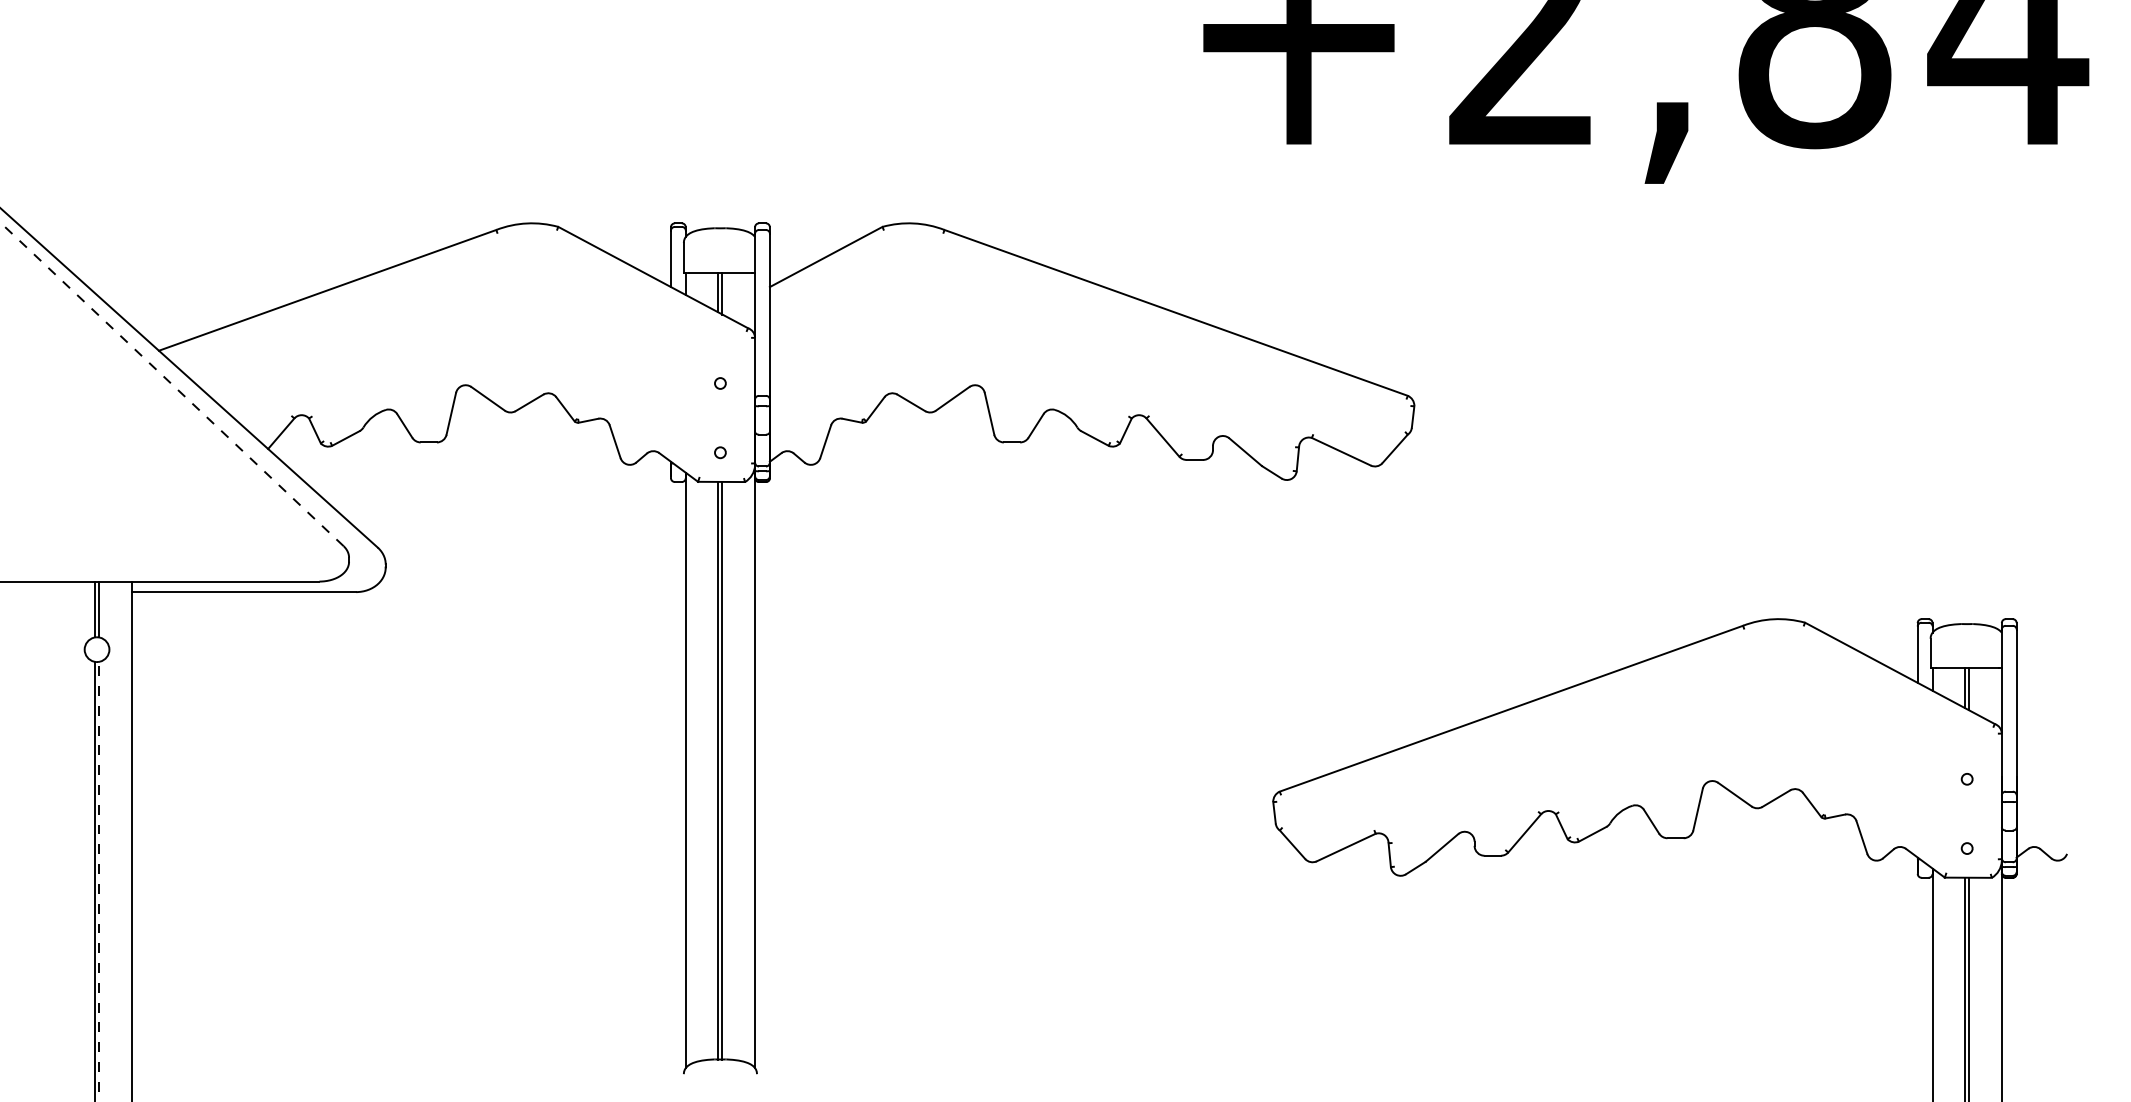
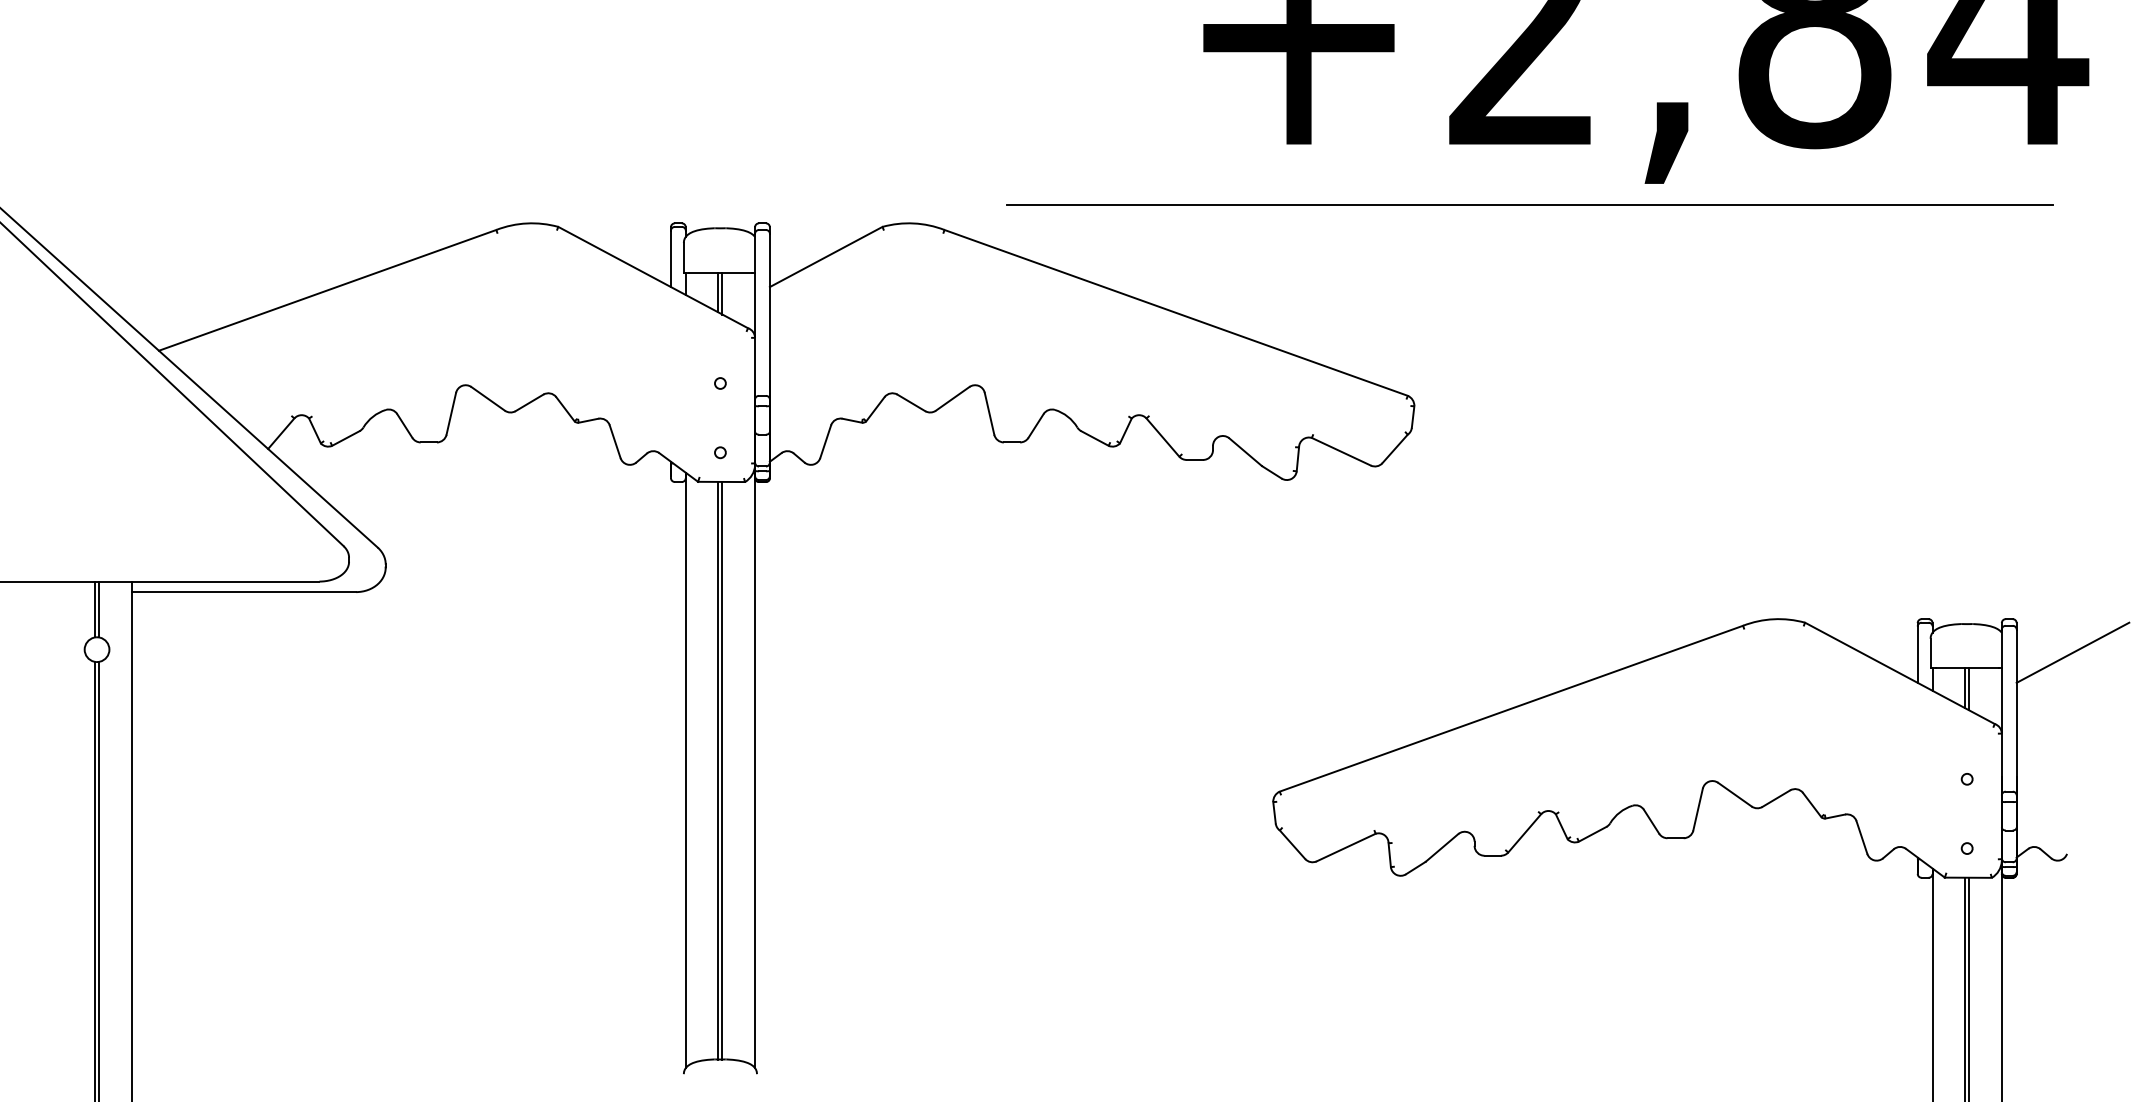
line at (1529, 205): none -> present
line at (172, 384): dashed -> solid
line at (2071, 652): none -> present
line at (99, 881): dashed -> solid
